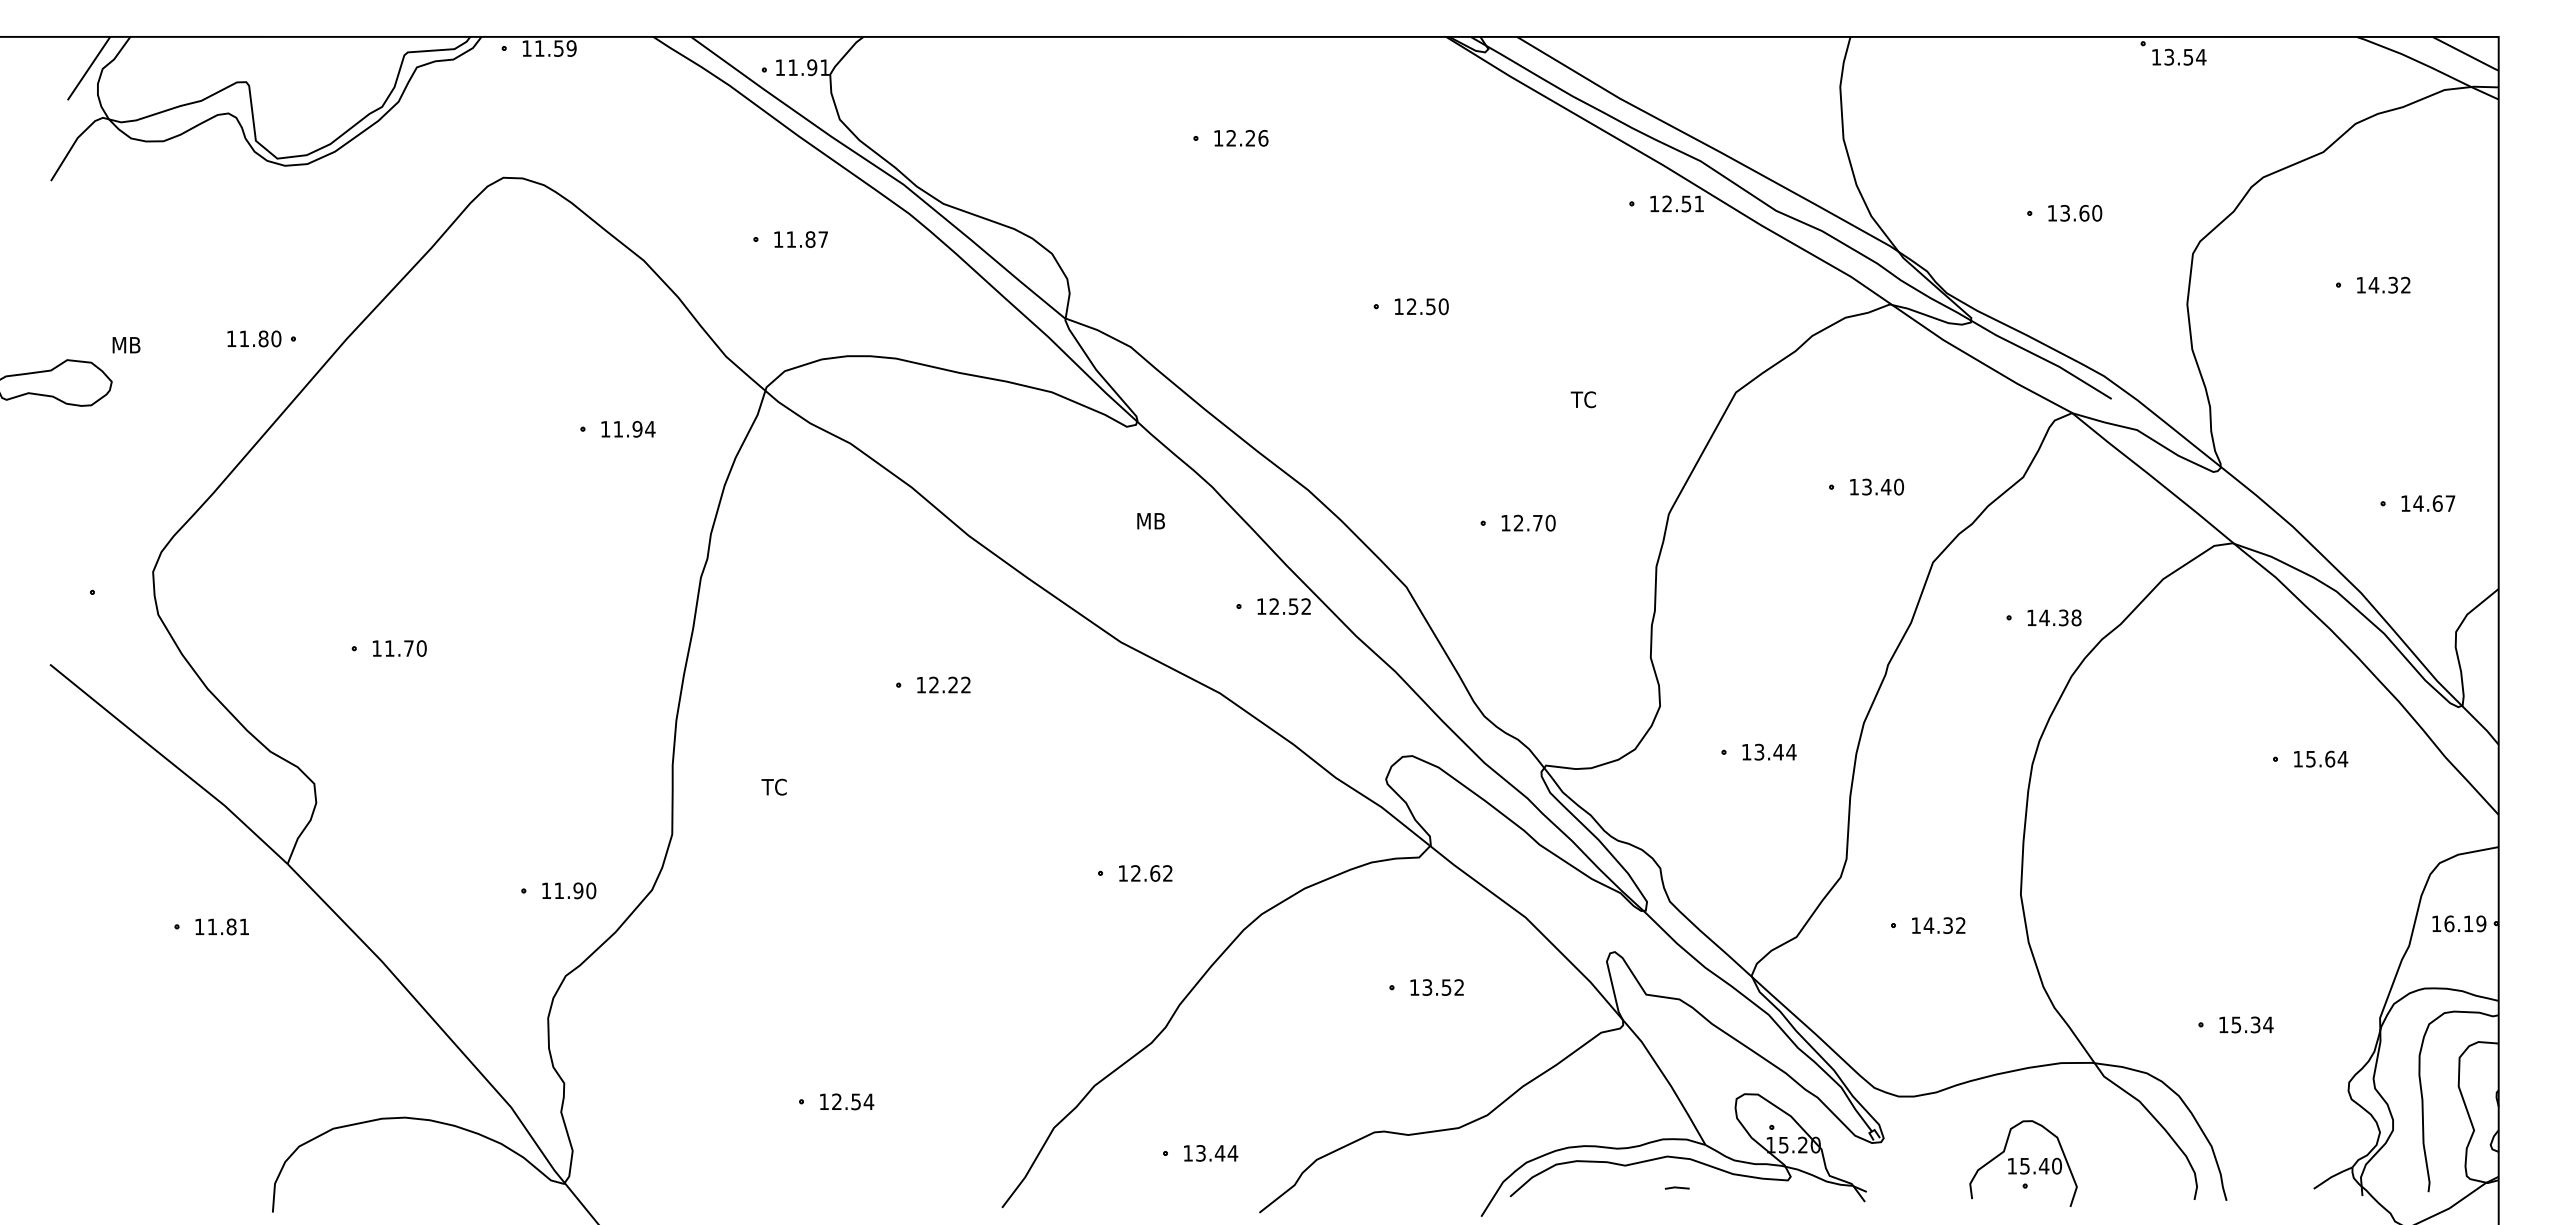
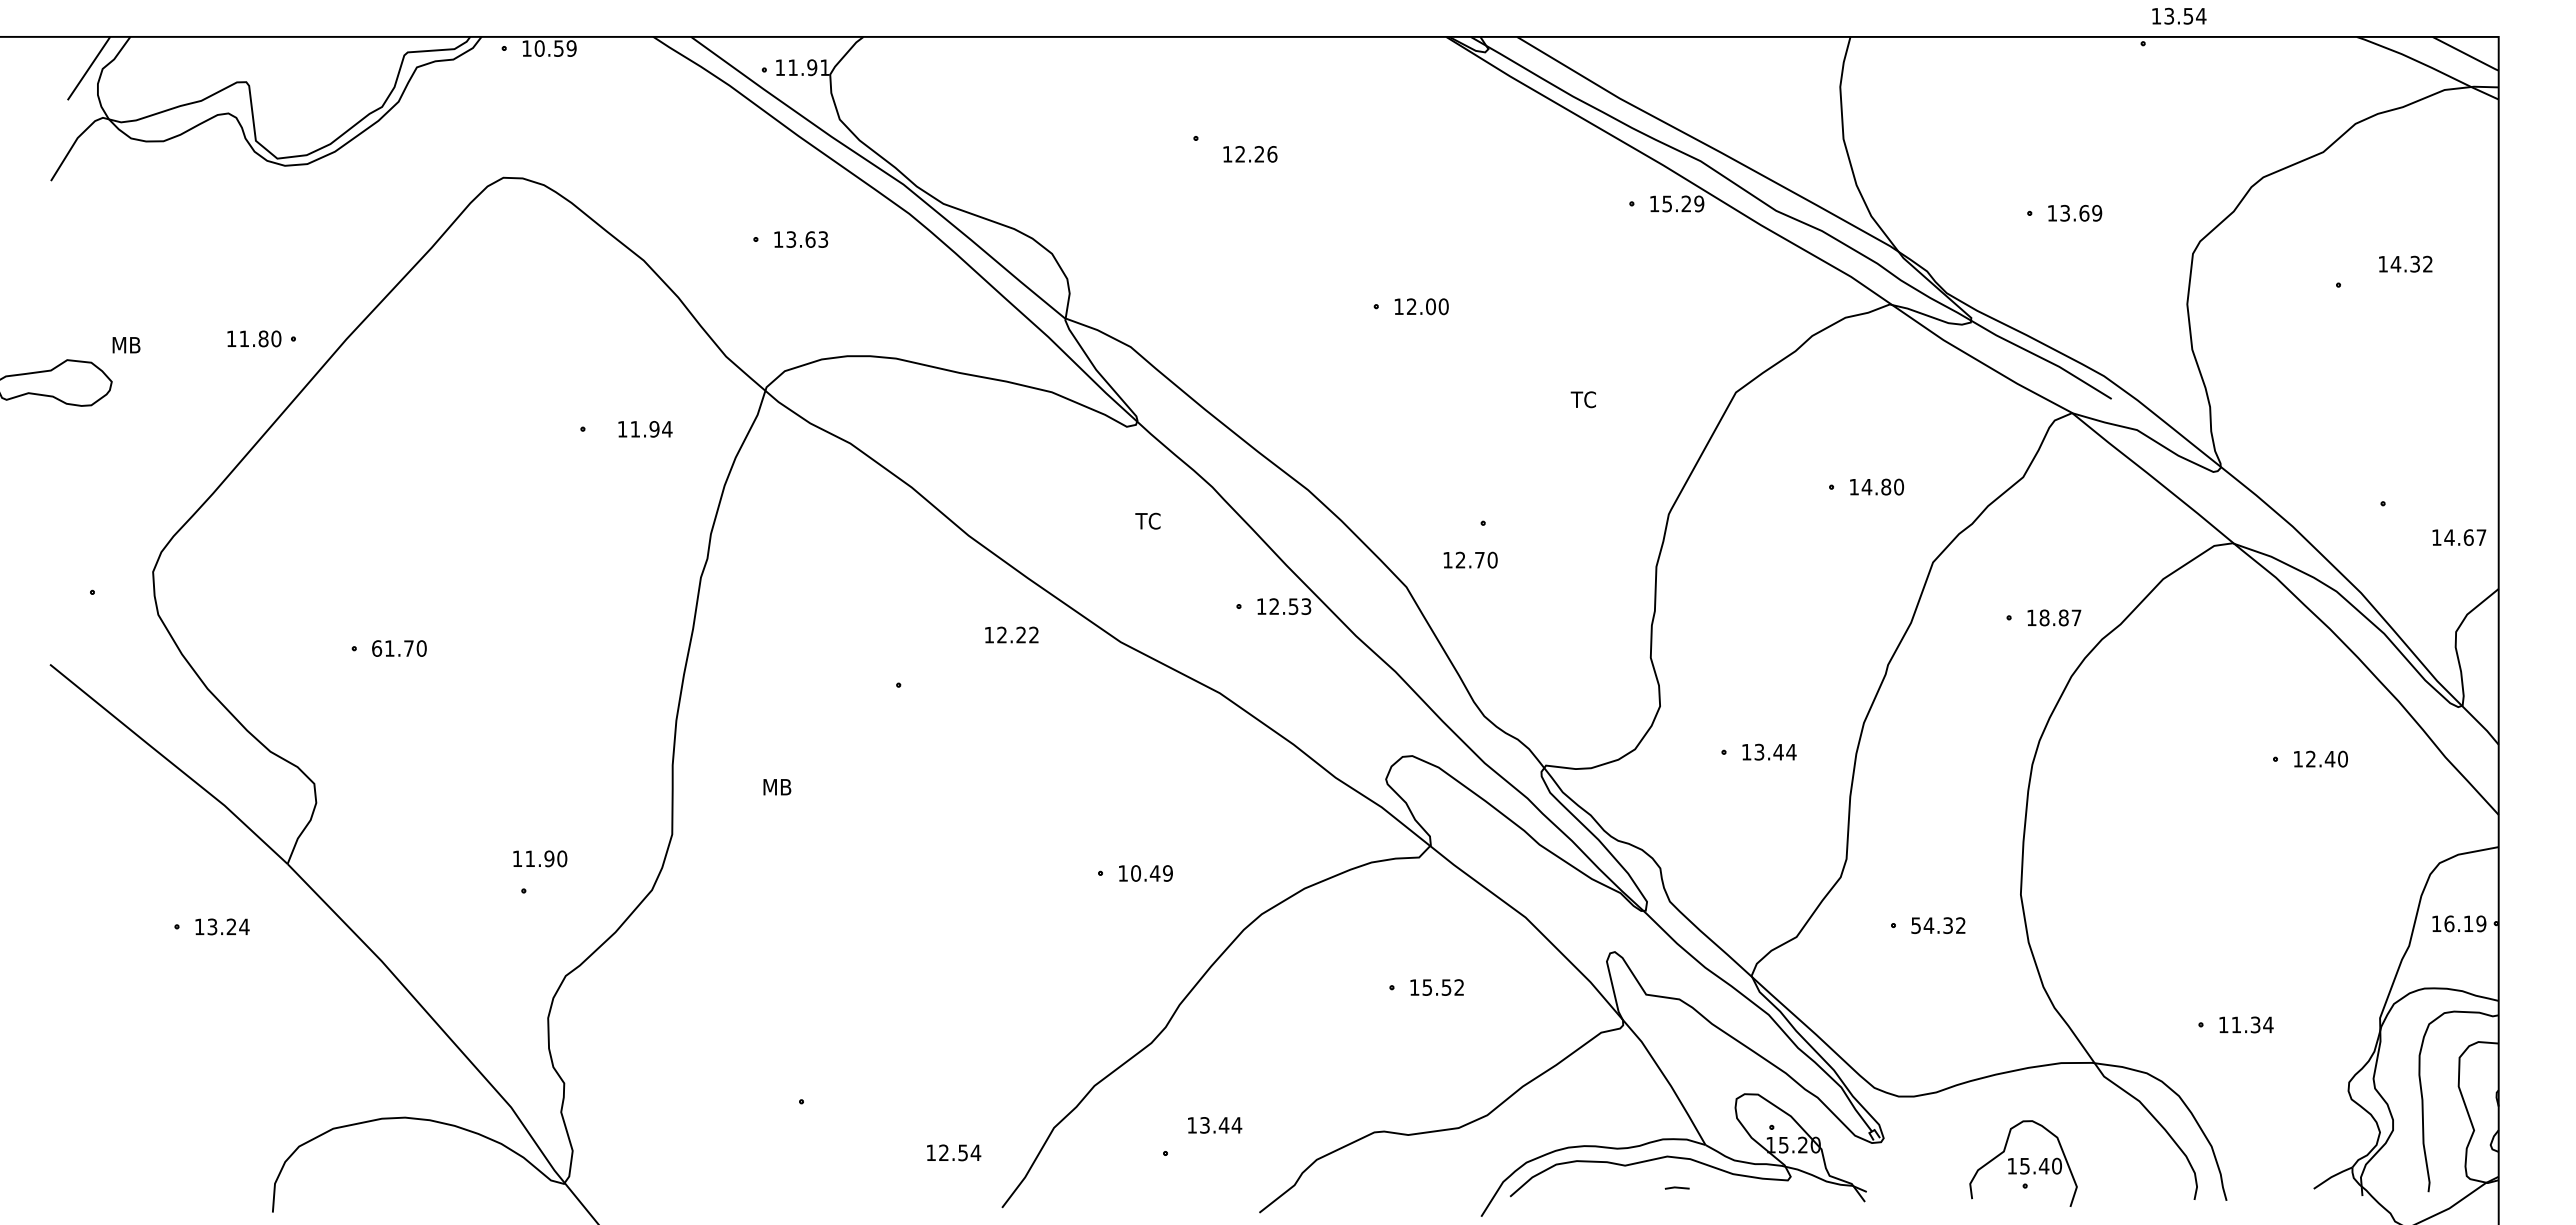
text at (539, 48): 11.59 -> 10.59
text at (2179, 56) position: (2179, 56) -> (2179, 15)
text at (1241, 138) position: (1241, 138) -> (1250, 154)
text at (1683, 203): 12.51 -> 15.29
text at (2097, 213): 13.60 -> 13.69
text at (807, 239): 11.87 -> 13.63
text at (2383, 284) position: (2383, 284) -> (2405, 263)
text at (1430, 306): 12.50 -> 12.00
text at (628, 429) position: (628, 429) -> (645, 429)
text at (1876, 486): 13.40 -> 14.80
text at (2428, 503) position: (2428, 503) -> (2459, 537)
text at (1149, 520): MB -> TC
text at (1528, 522) position: (1528, 522) -> (1470, 559)
text at (1306, 606): 12.52 -> 12.53
text at (2060, 617): 14.38 -> 18.87
text at (377, 648): 11.70 -> 61.70
text at (943, 684) position: (943, 684) -> (1011, 634)
text at (2327, 758): 15.64 -> 12.40
text at (776, 786): TC -> MB
text at (1151, 873): 12.62 -> 10.49
text at (569, 890) position: (569, 890) -> (540, 858)
text at (1915, 925): 14.32 -> 54.32
text at (228, 926): 11.81 -> 13.24
text at (1427, 987): 13.52 -> 15.52
text at (2236, 1024): 15.34 -> 11.34
text at (847, 1101) position: (847, 1101) -> (954, 1152)
text at (1211, 1153) position: (1211, 1153) -> (1215, 1125)
